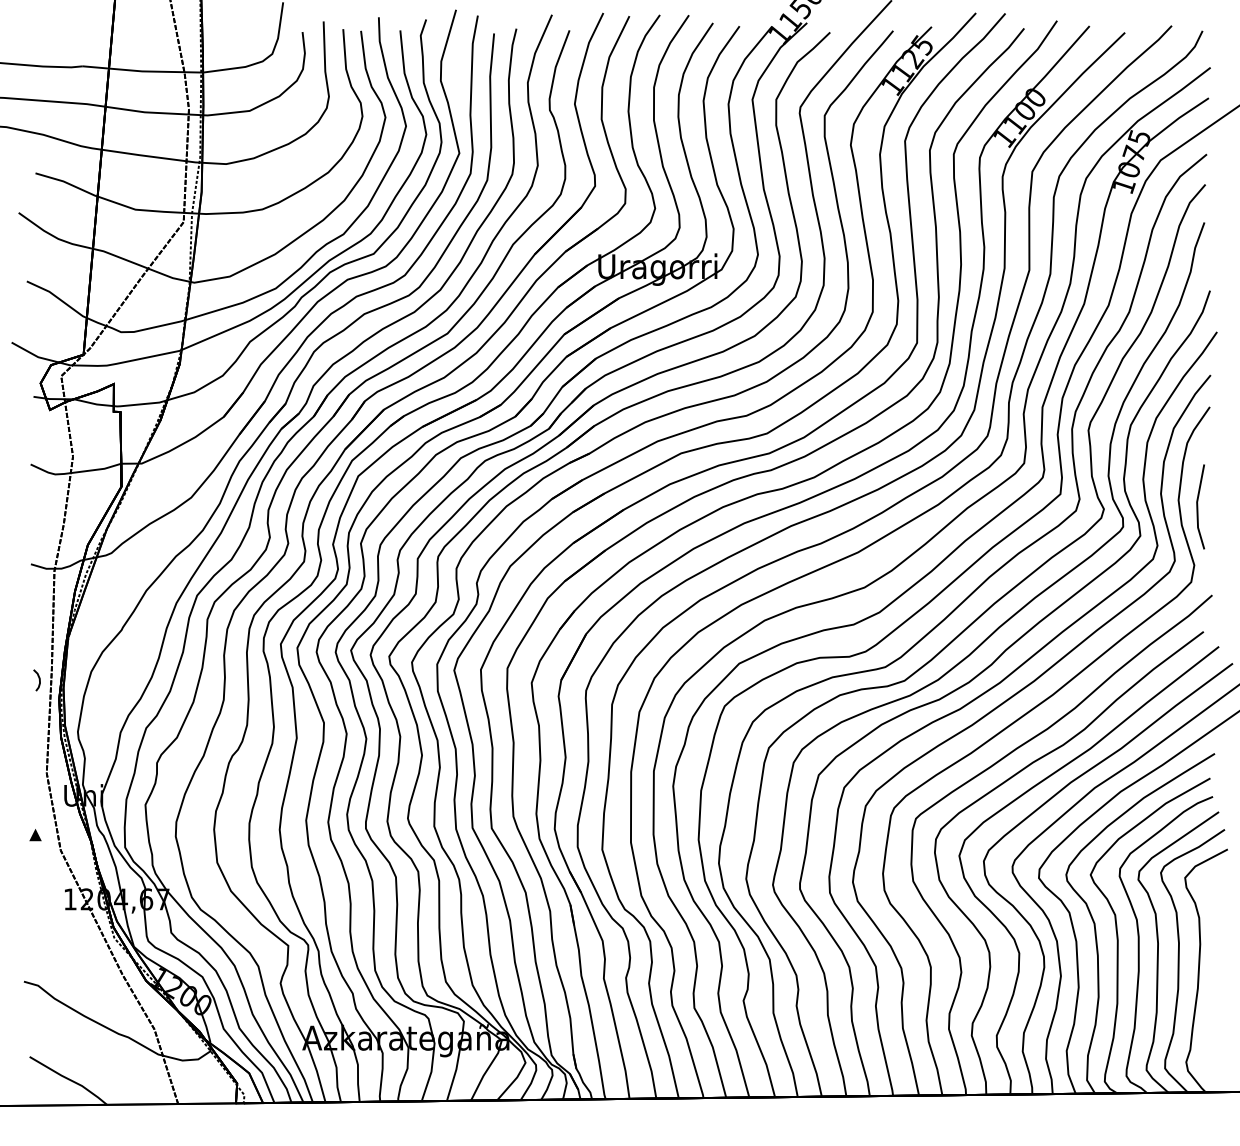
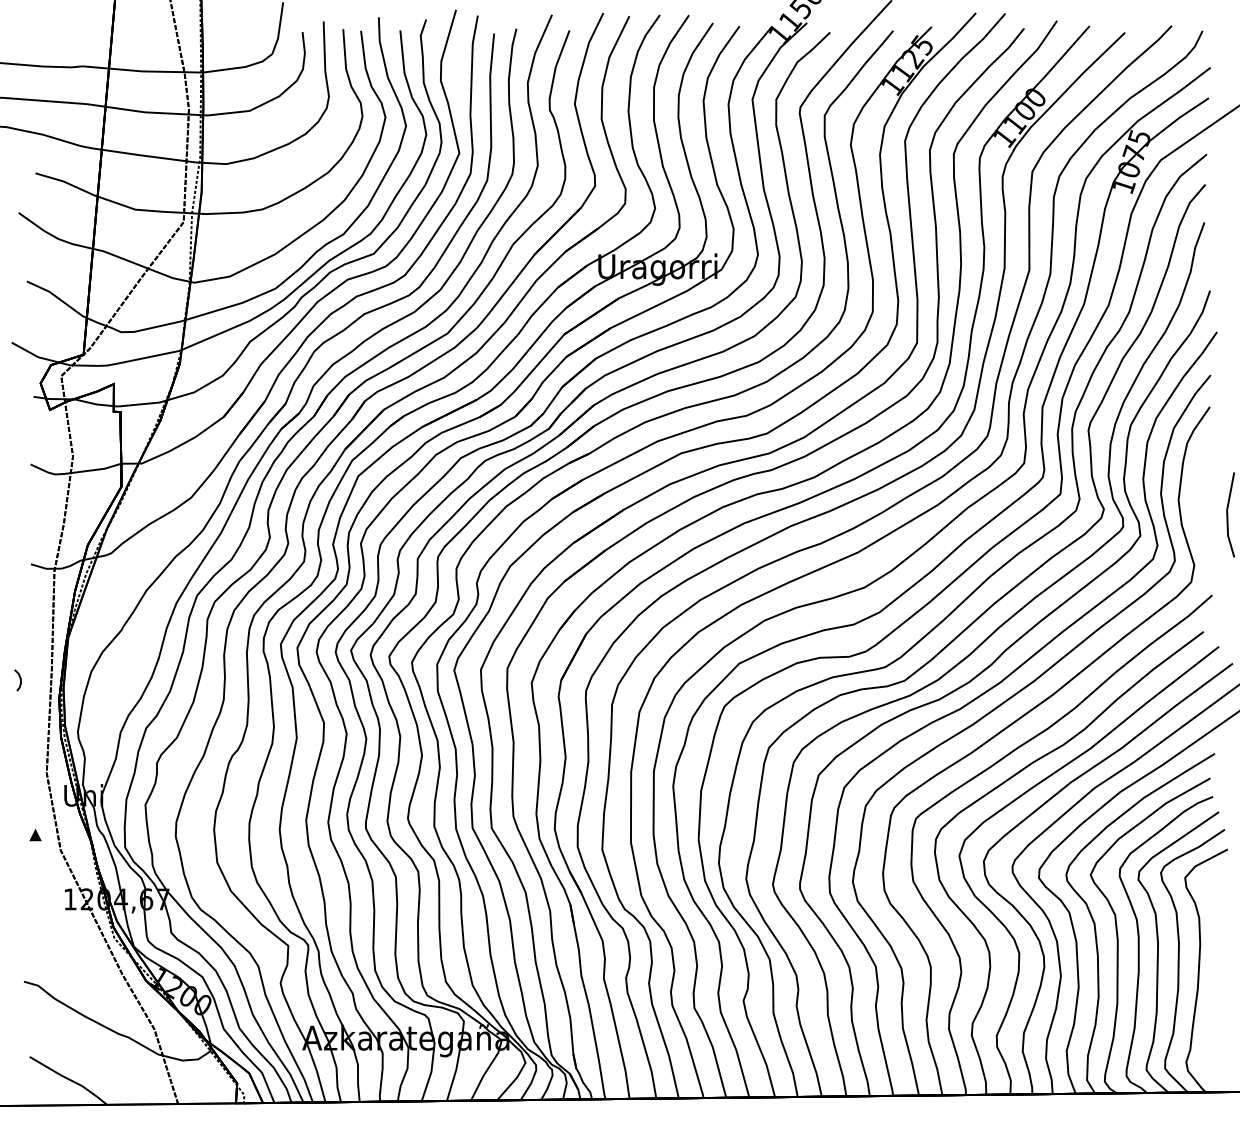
line at (1198, 506) position: (1198, 506) -> (1228, 514)
curve at (38, 679) position: (38, 679) -> (19, 679)
